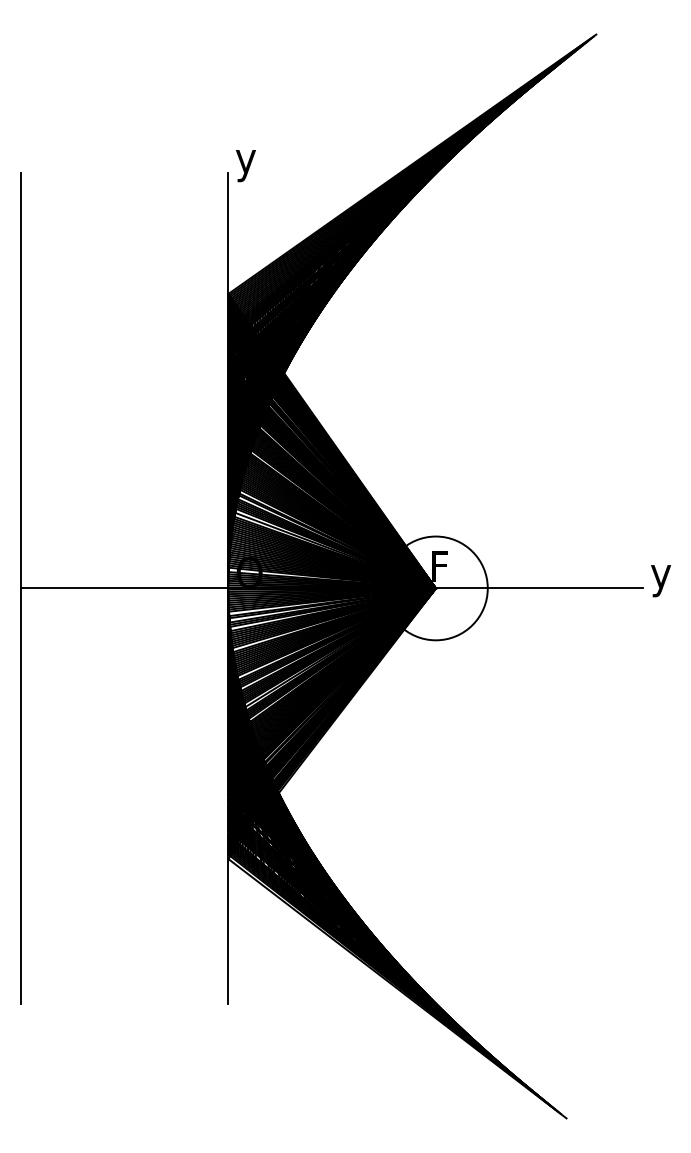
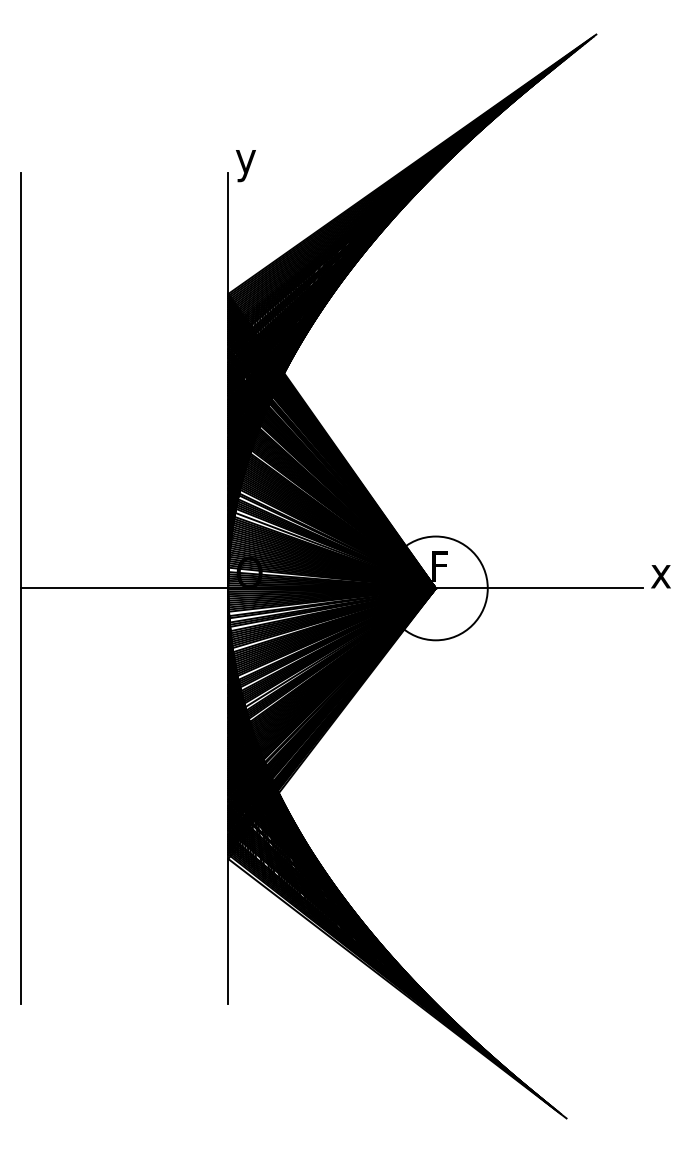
text at (661, 581): y -> x
